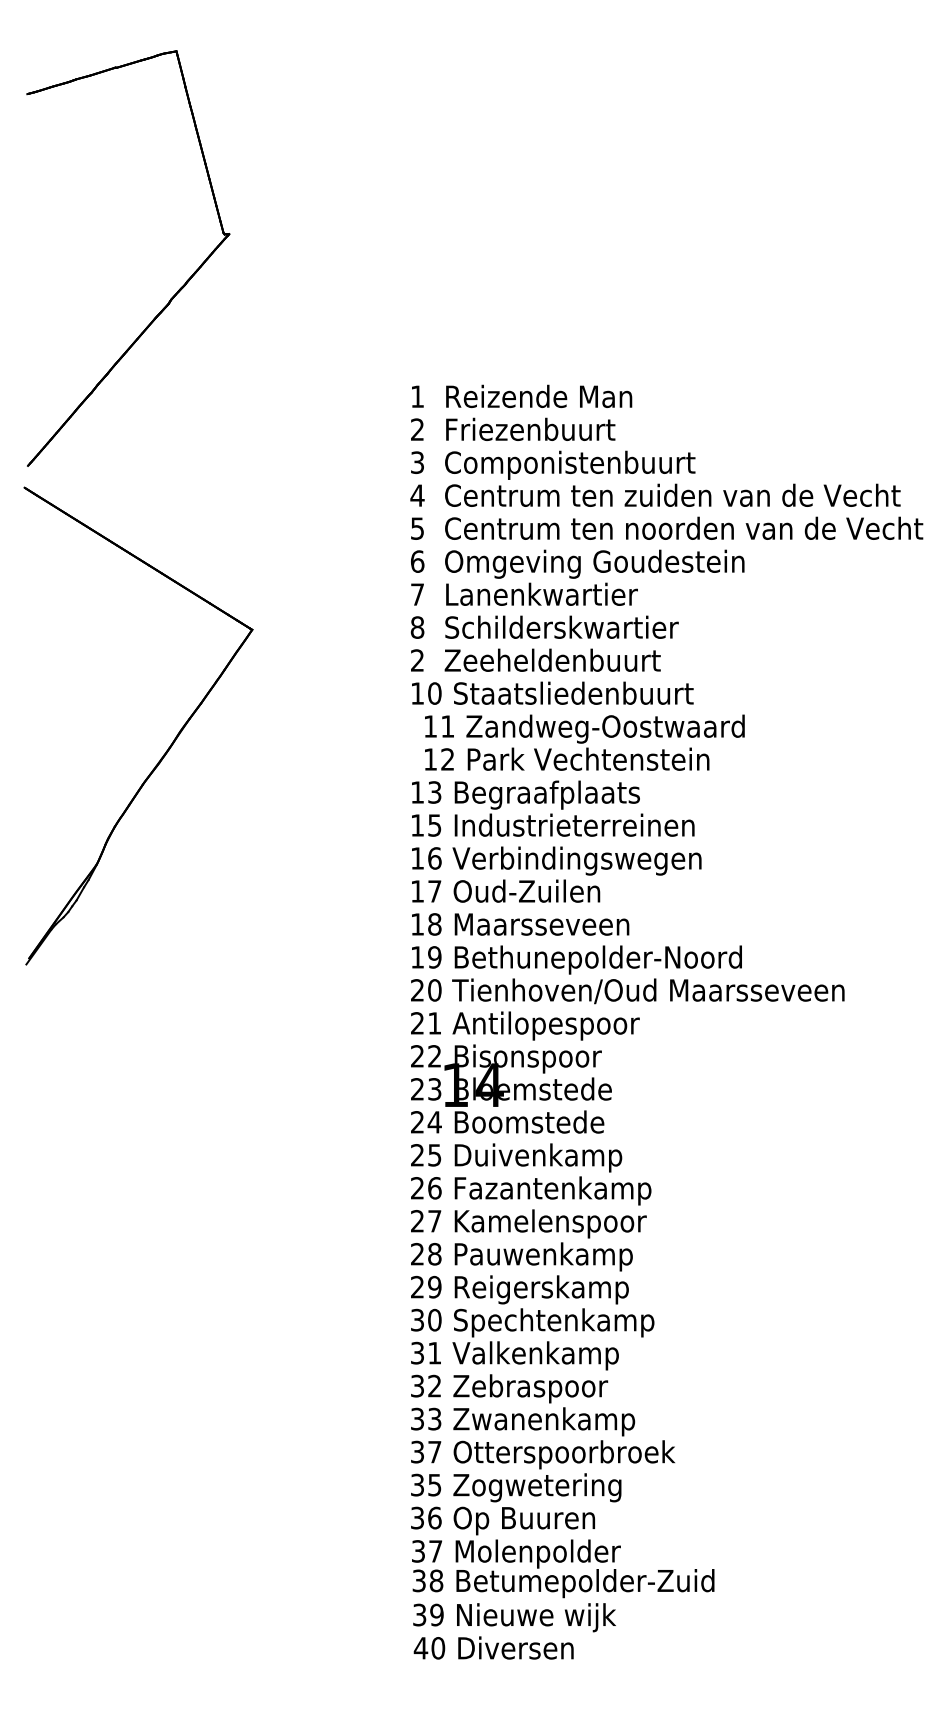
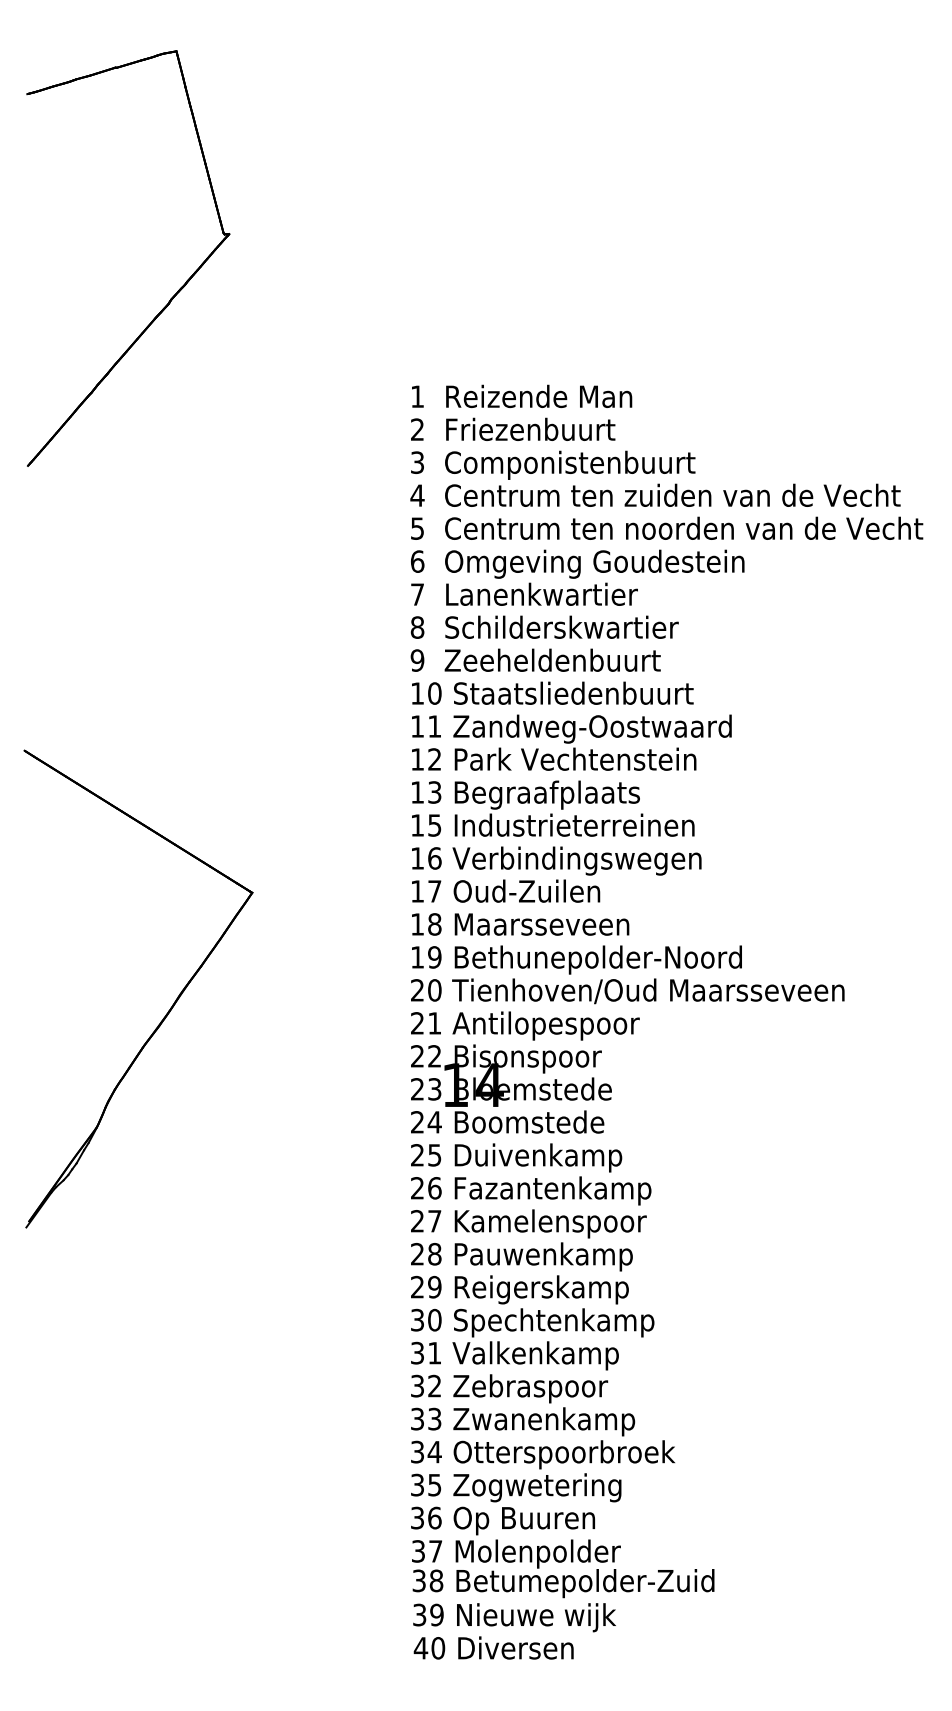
text at (417, 660): 2 -> 9
text at (584, 742) position: (584, 742) -> (571, 742)
part at (168, 747) position: (168, 747) -> (168, 1010)
text at (434, 1452): 37 -> 34
